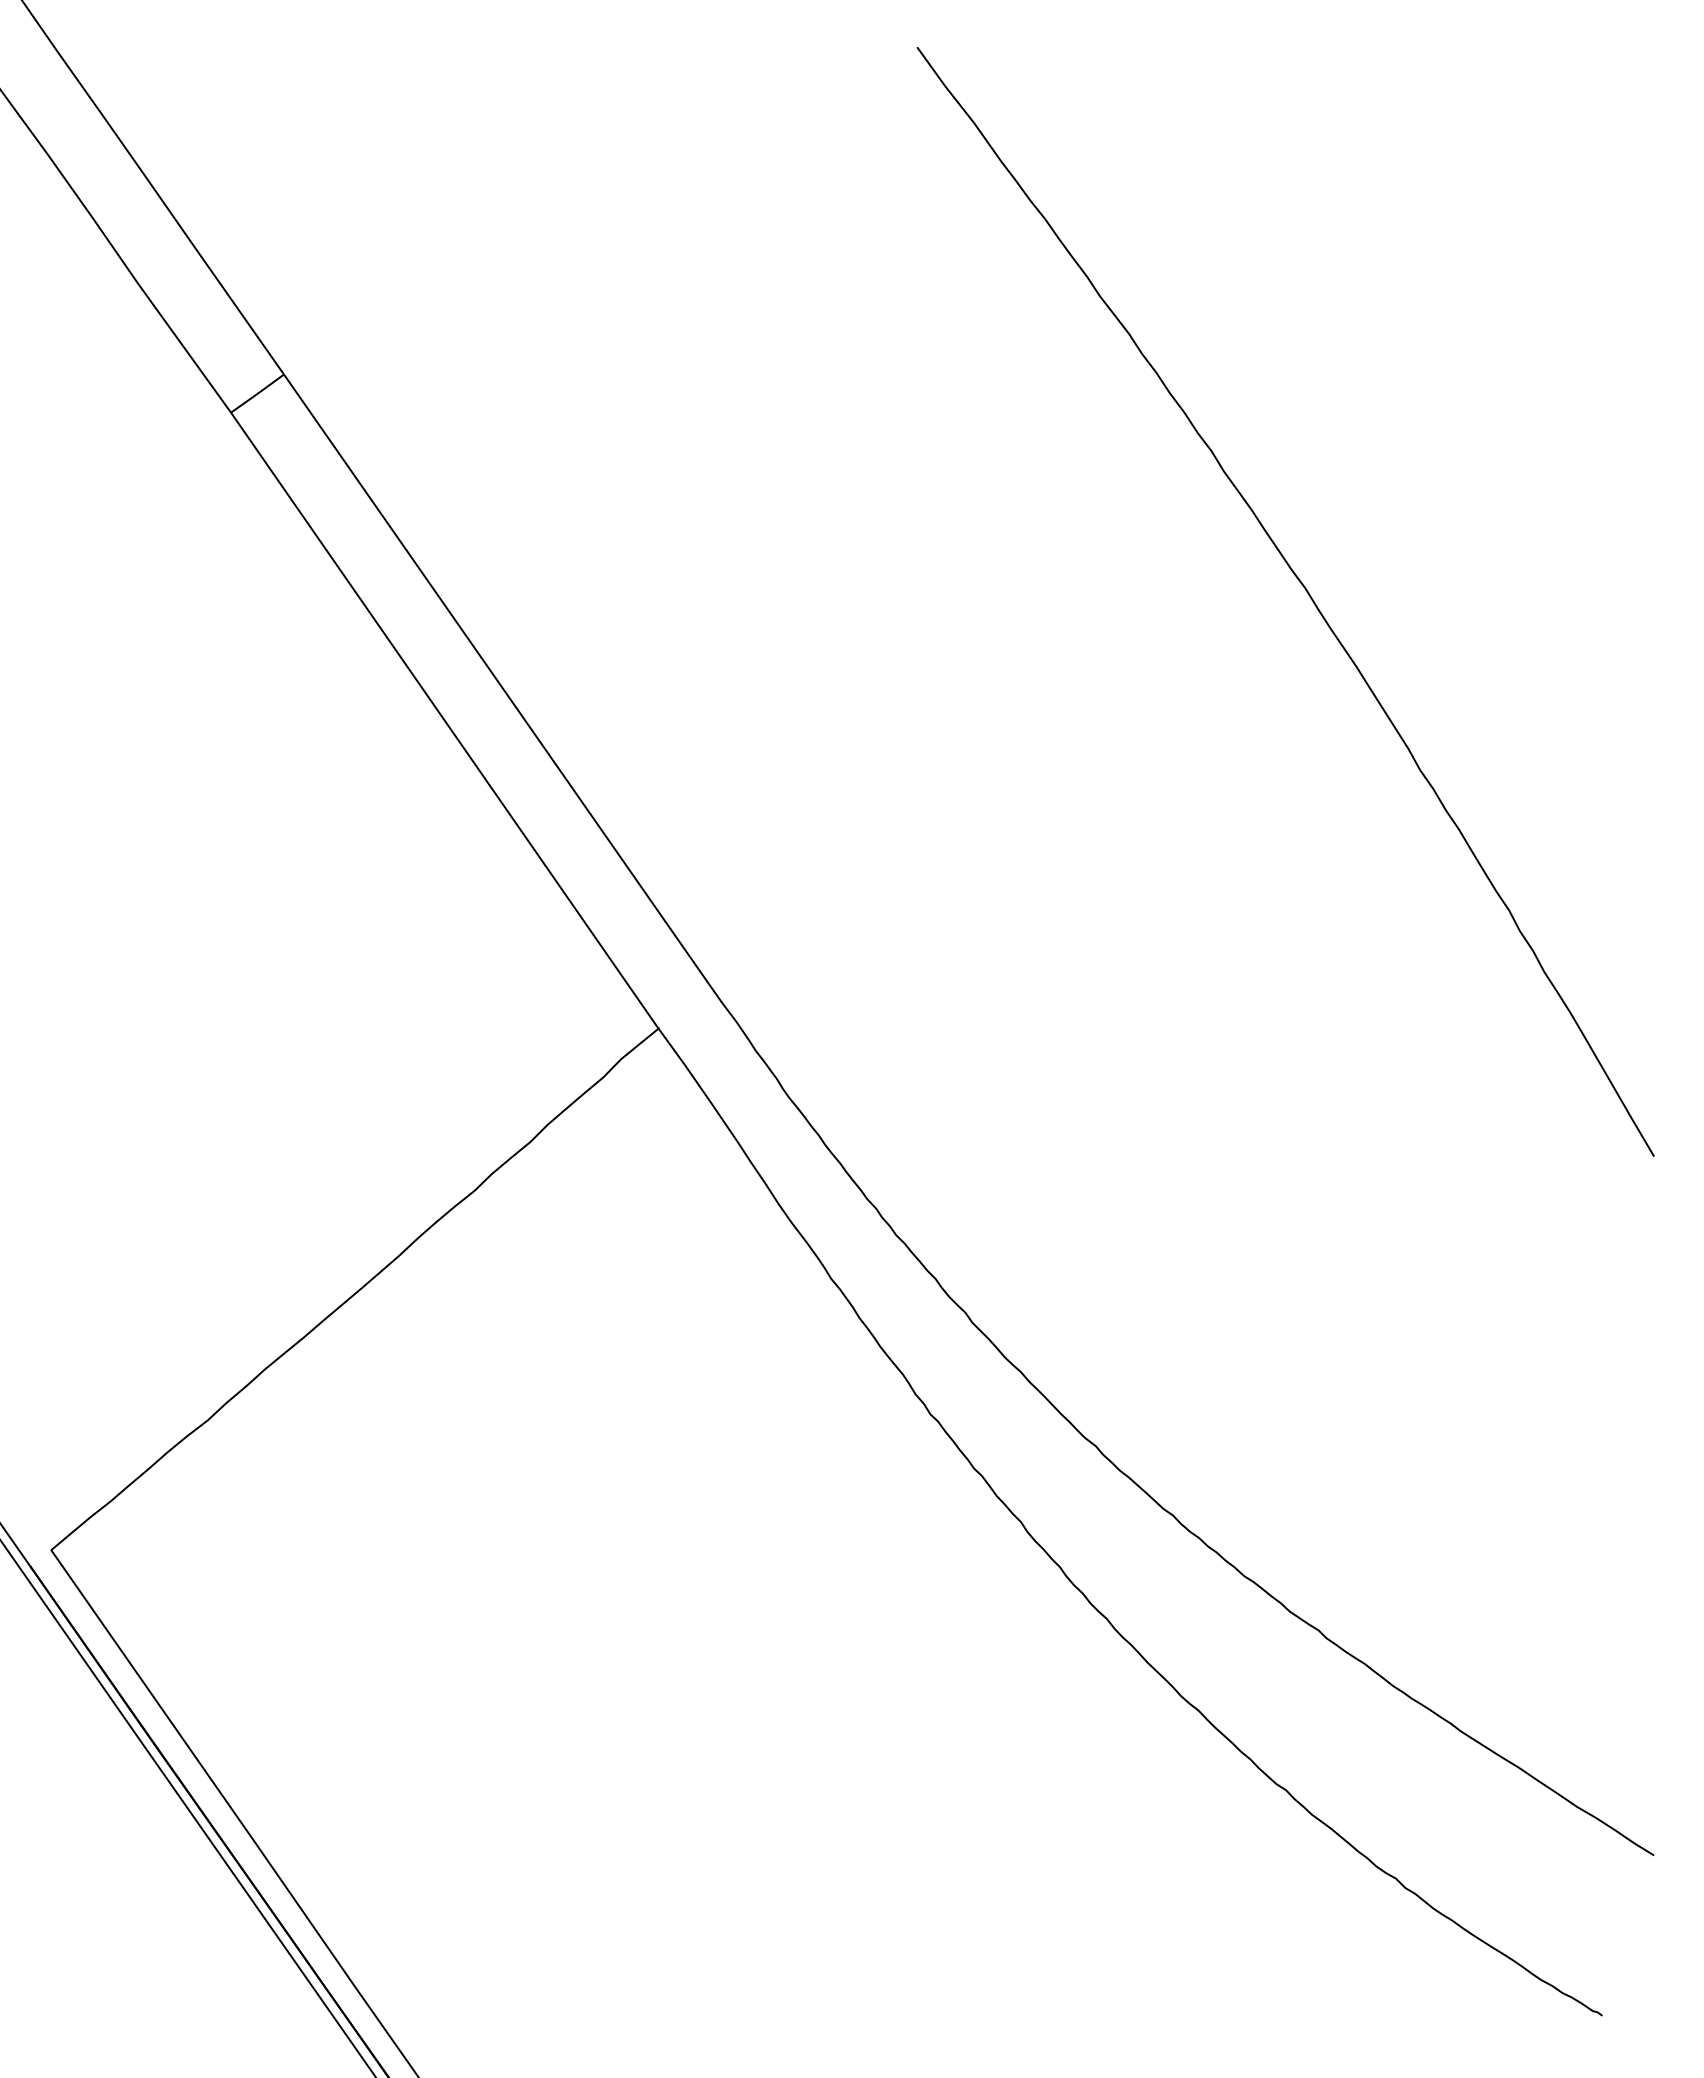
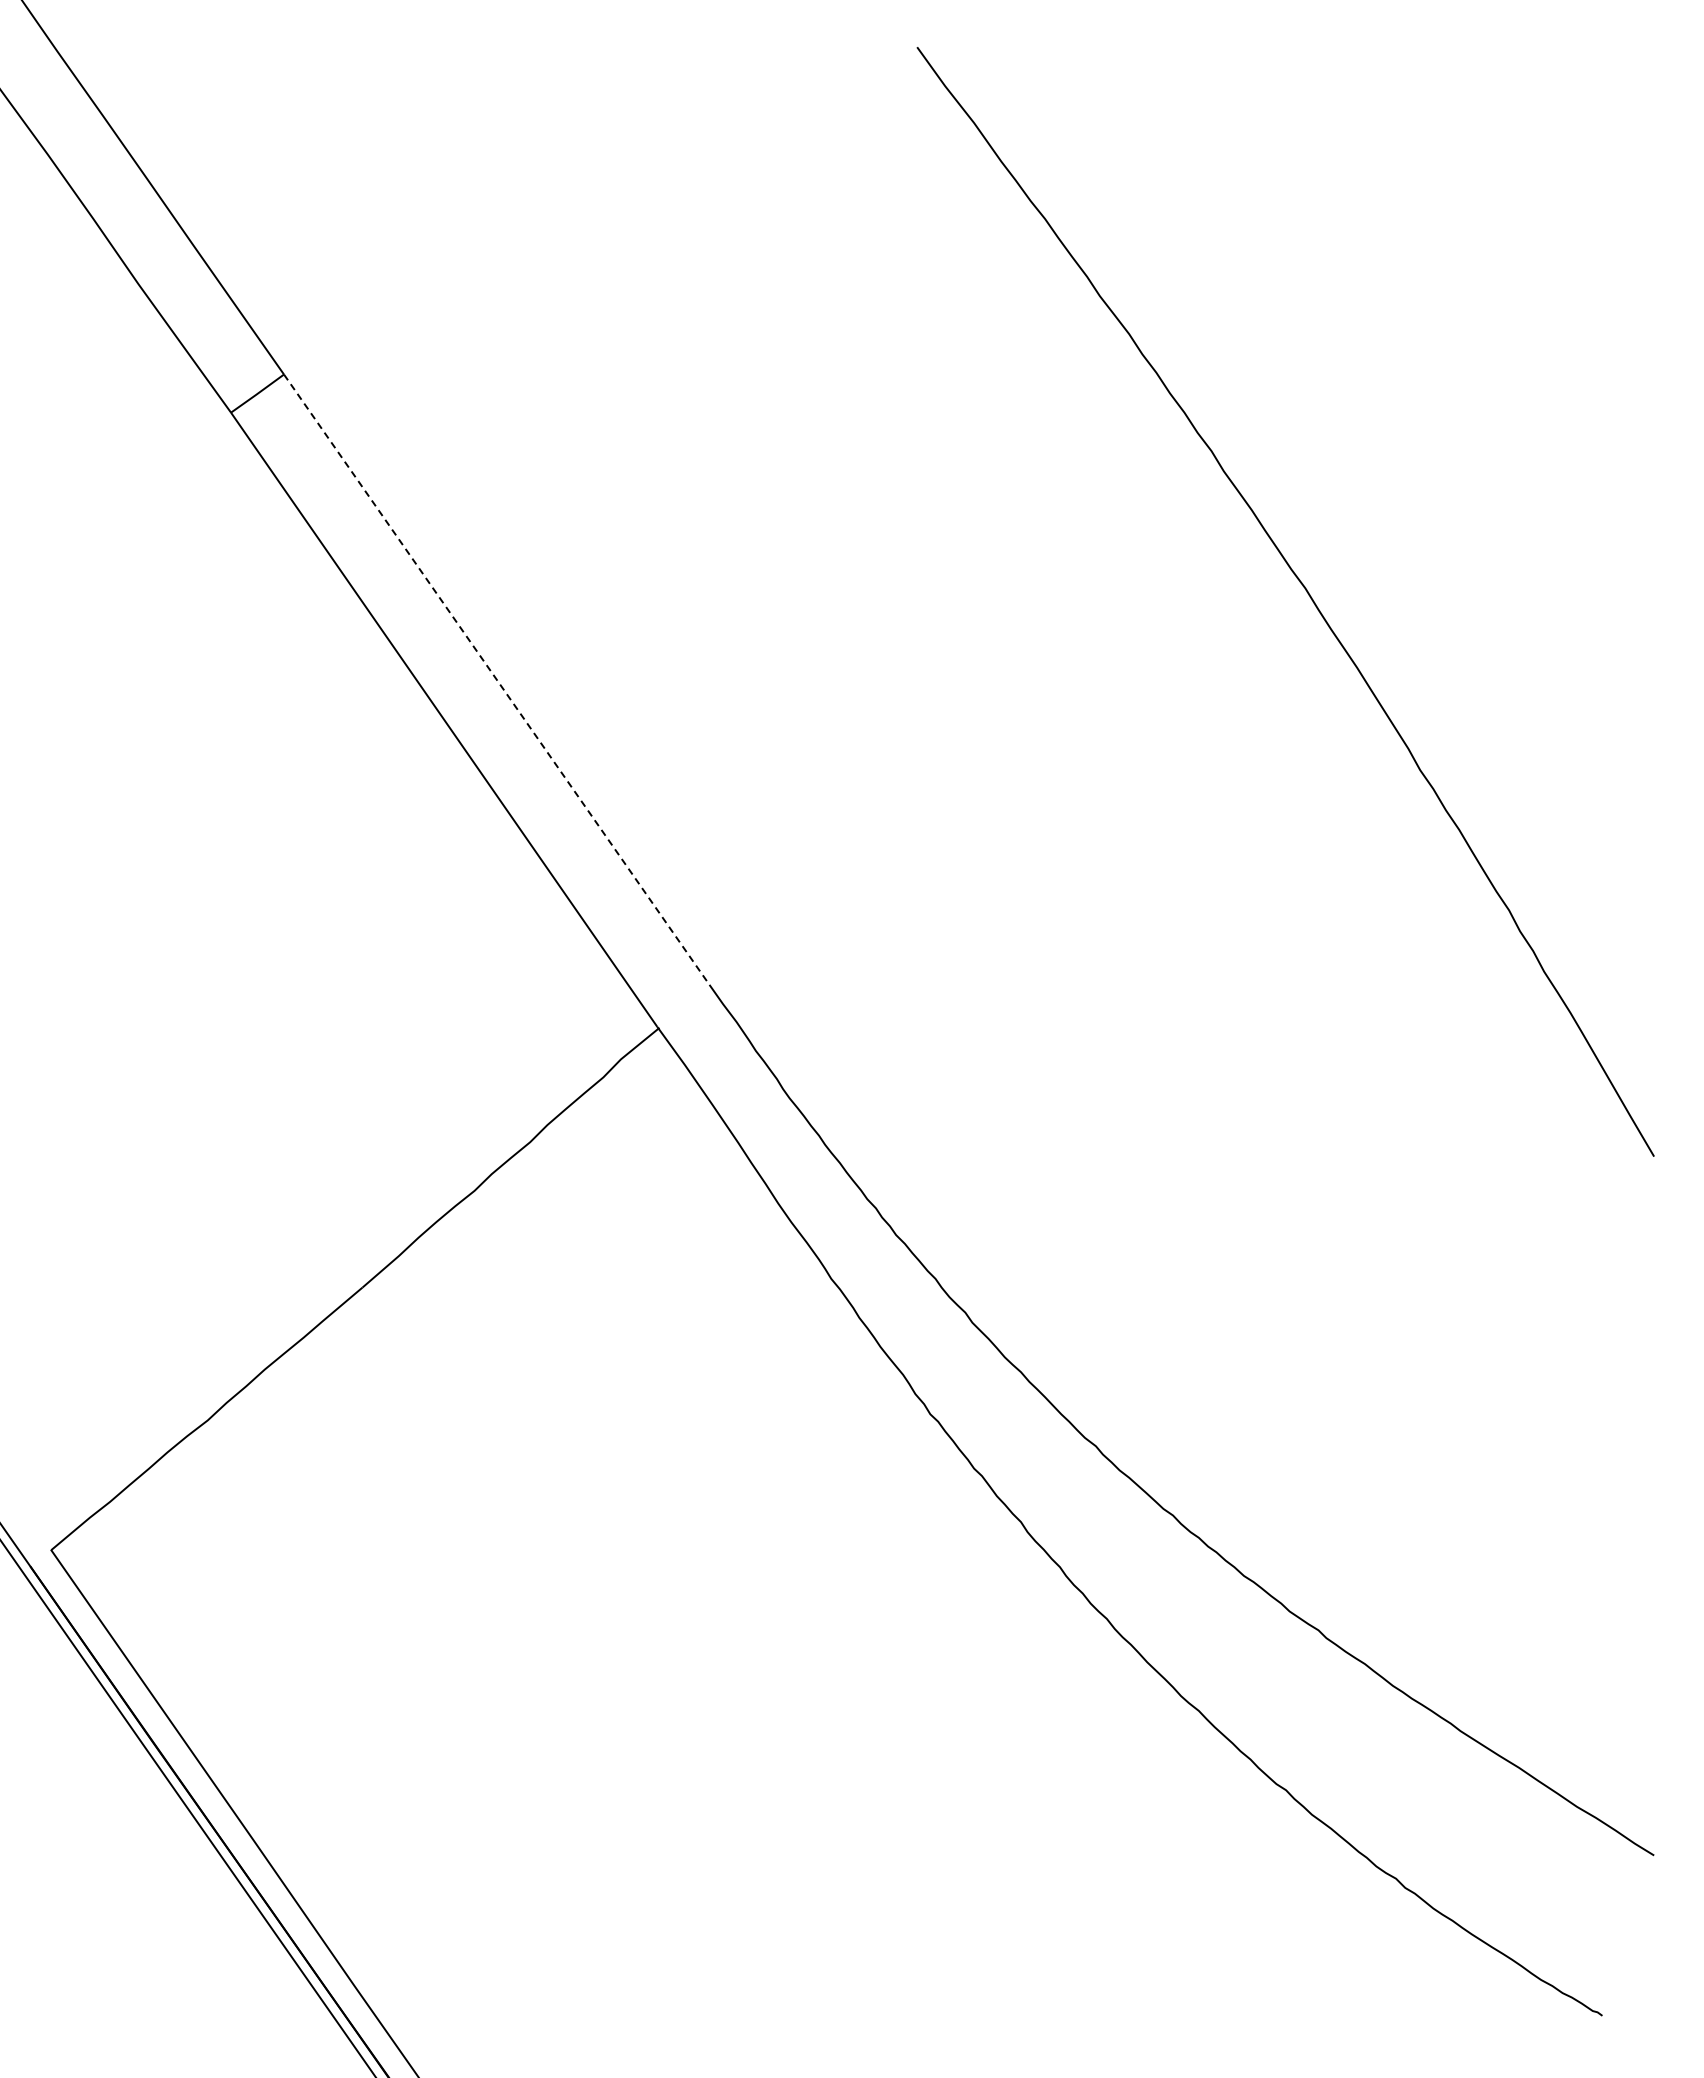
line at (496, 679): solid -> dashed
